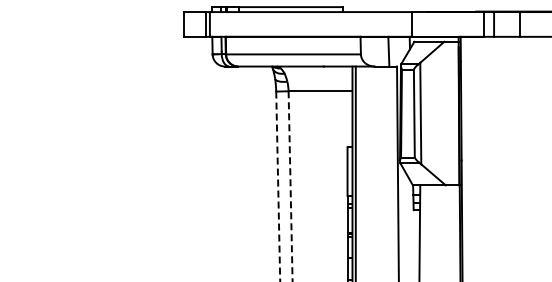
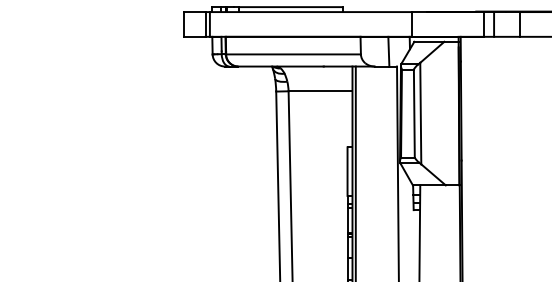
line at (278, 186): dashed -> solid
line at (290, 186): dashed -> solid
